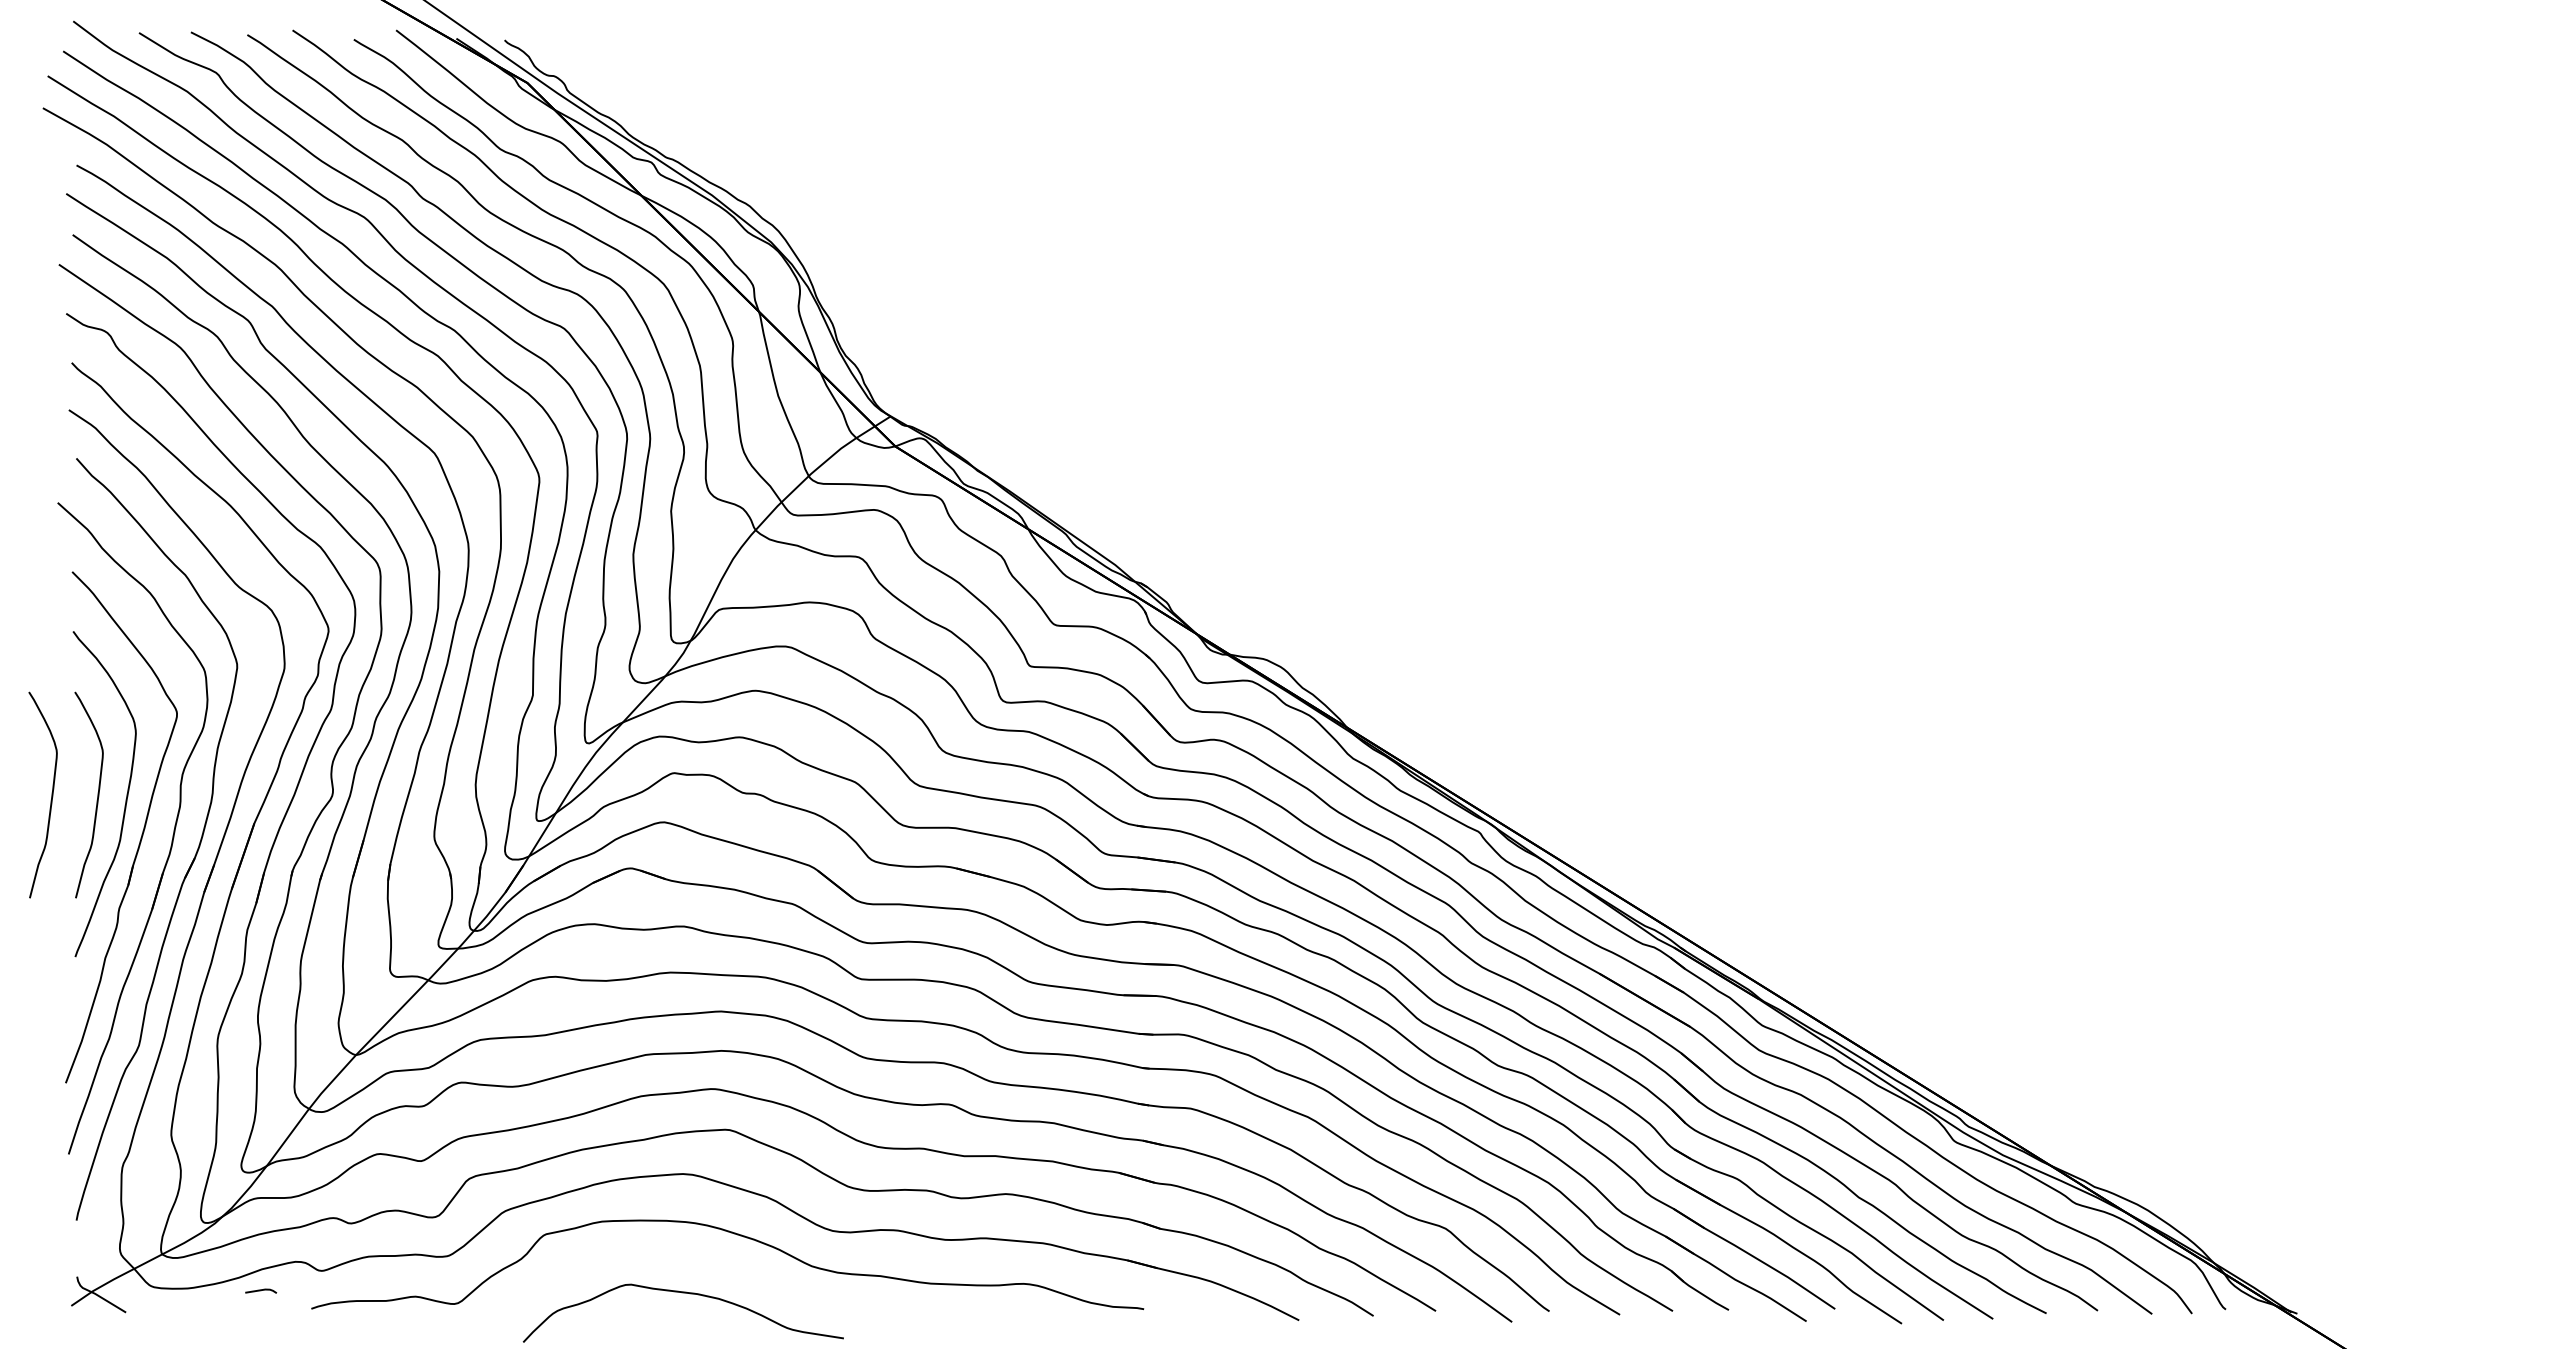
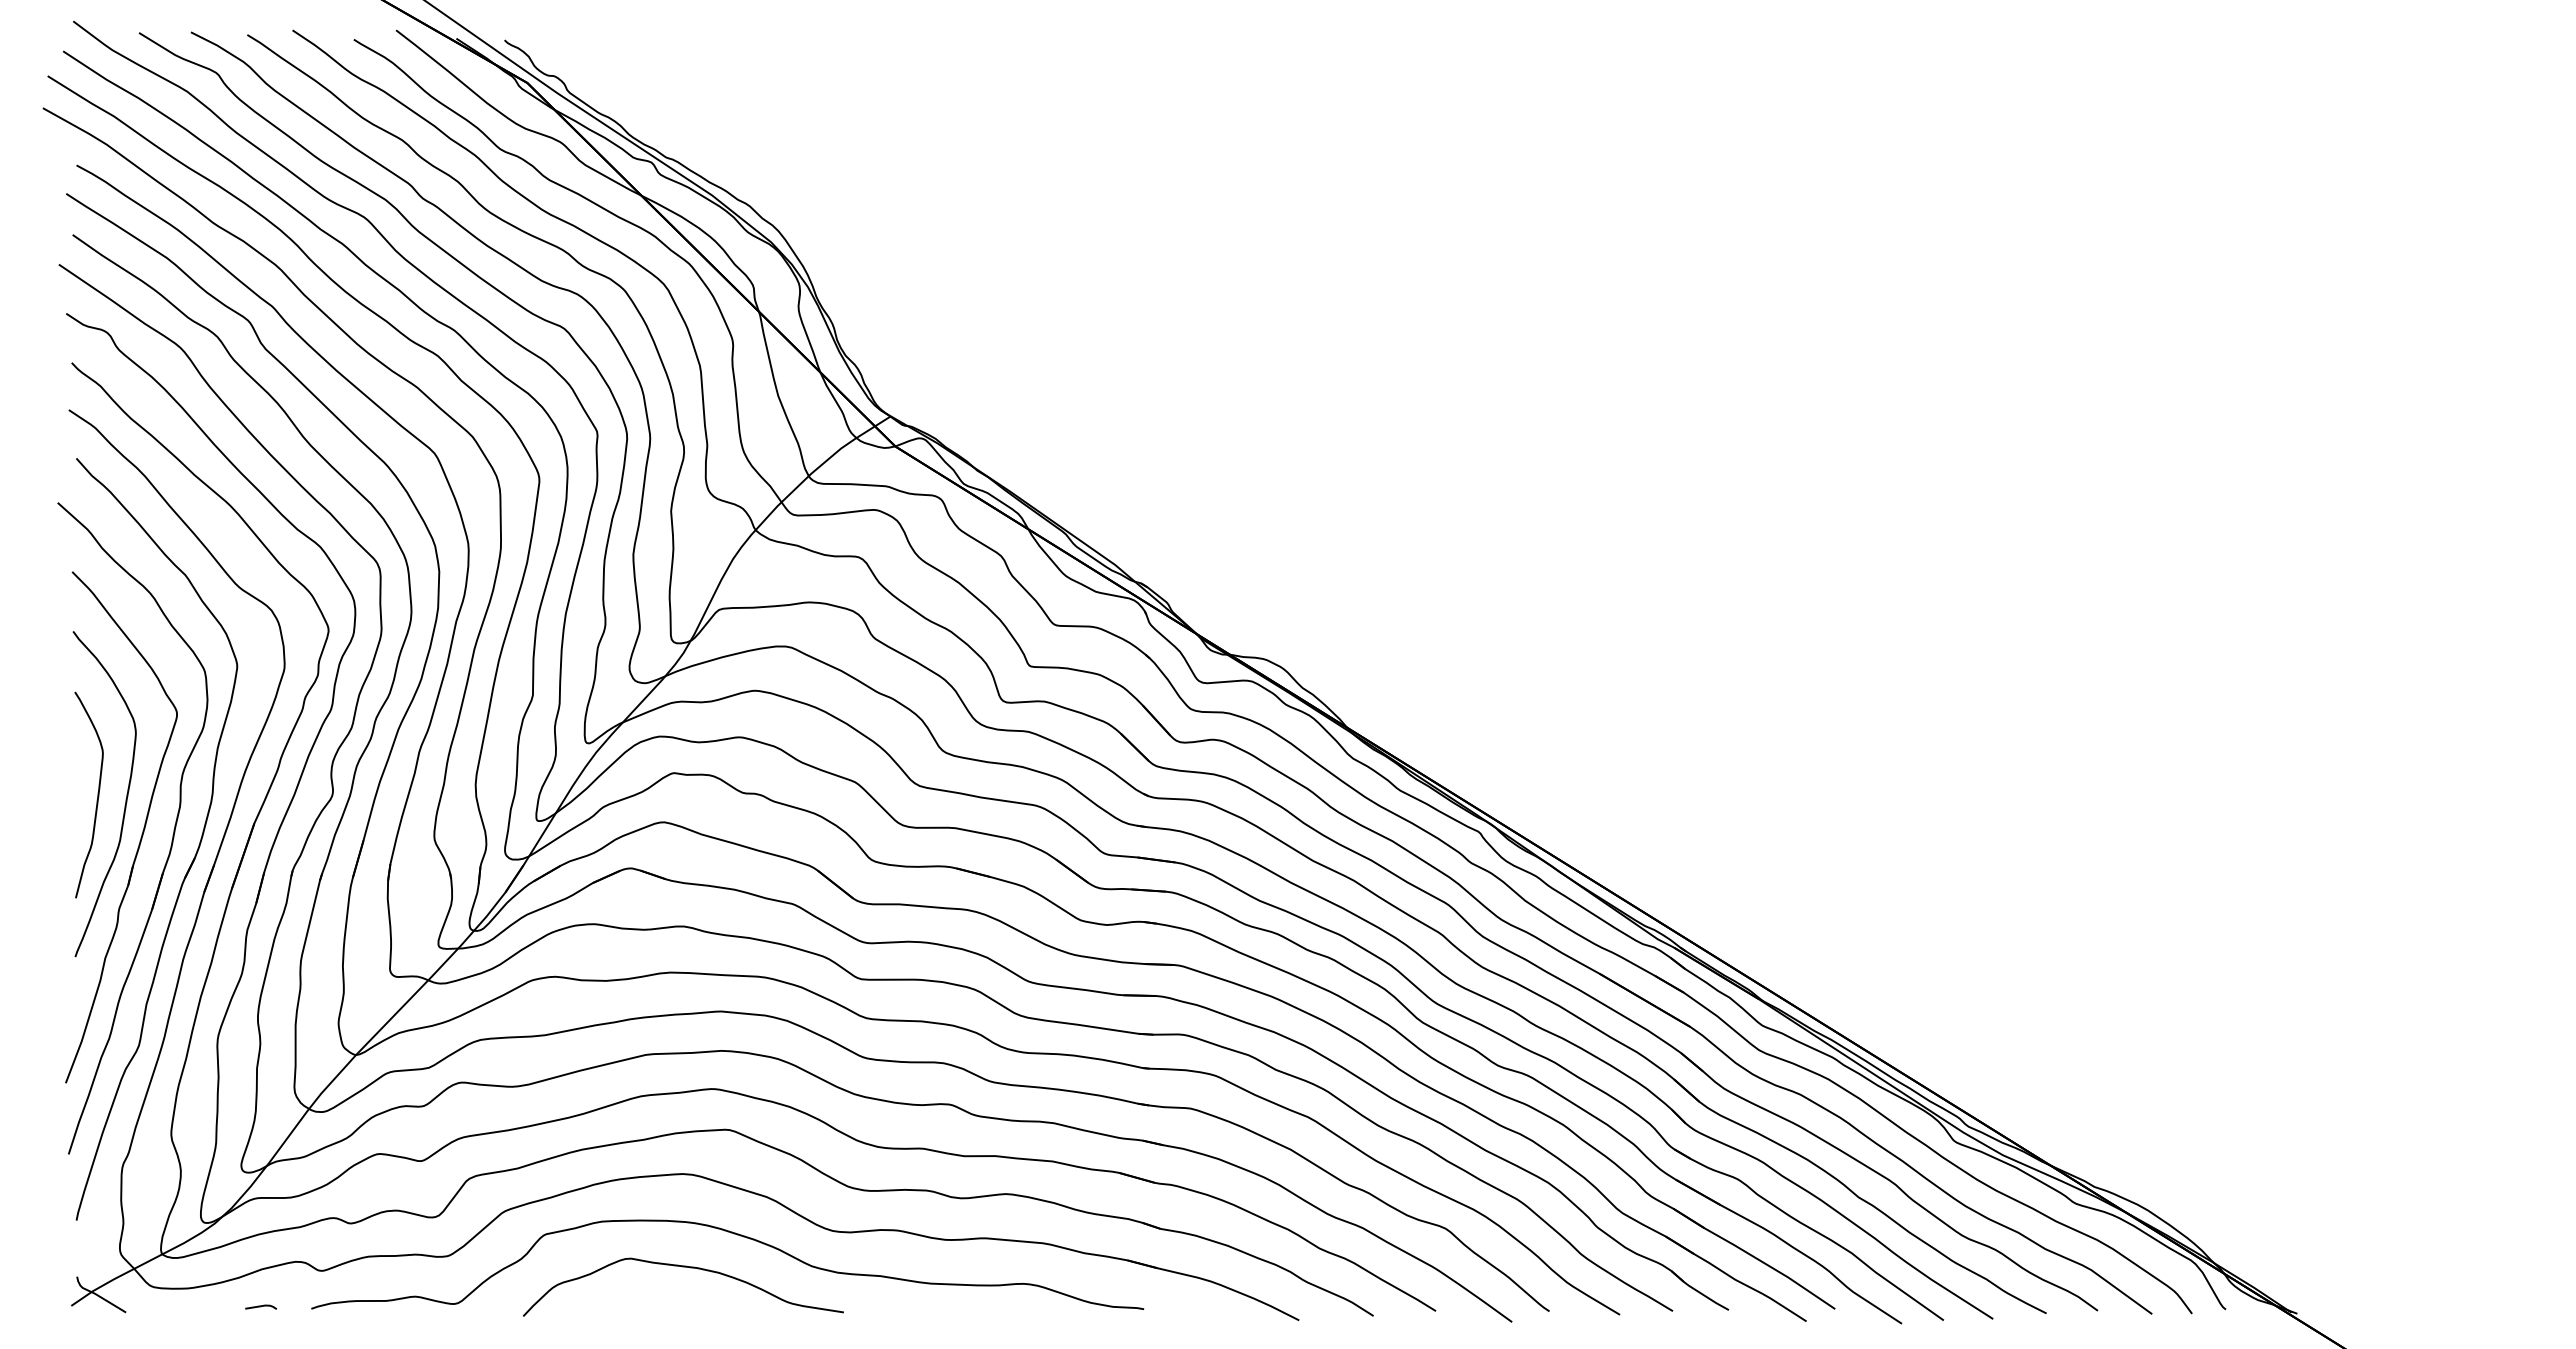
curve at (51, 794): present -> none
line at (261, 1290) position: (261, 1290) -> (261, 1306)
curve at (682, 1293) position: (682, 1293) -> (682, 1267)
